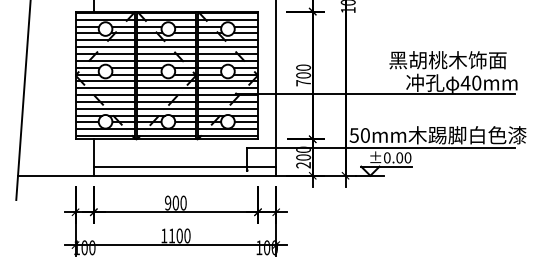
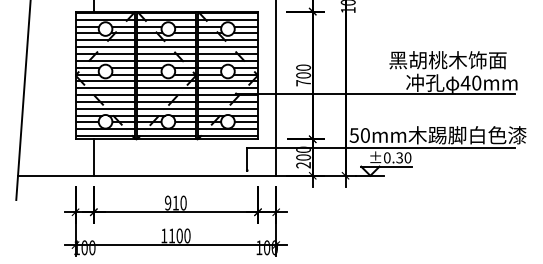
text at (399, 157): ±0.00 -> ±0.30
line at (184, 166): present -> none
text at (175, 202): 900 -> 910
